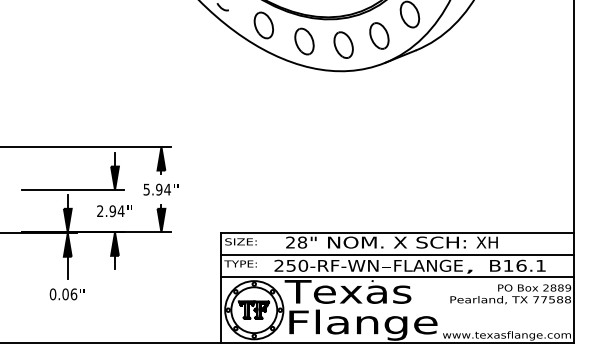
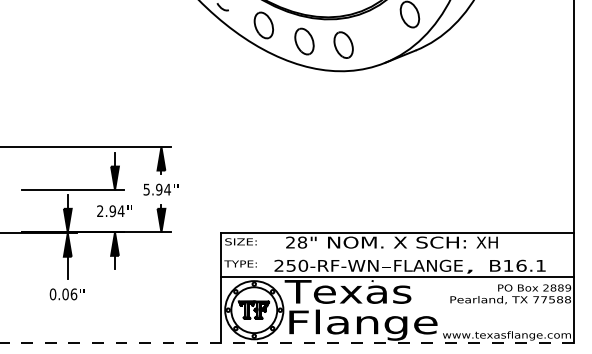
part at (379, 35): present -> none
line at (397, 255): present -> none
line at (287, 343): solid -> dashed
